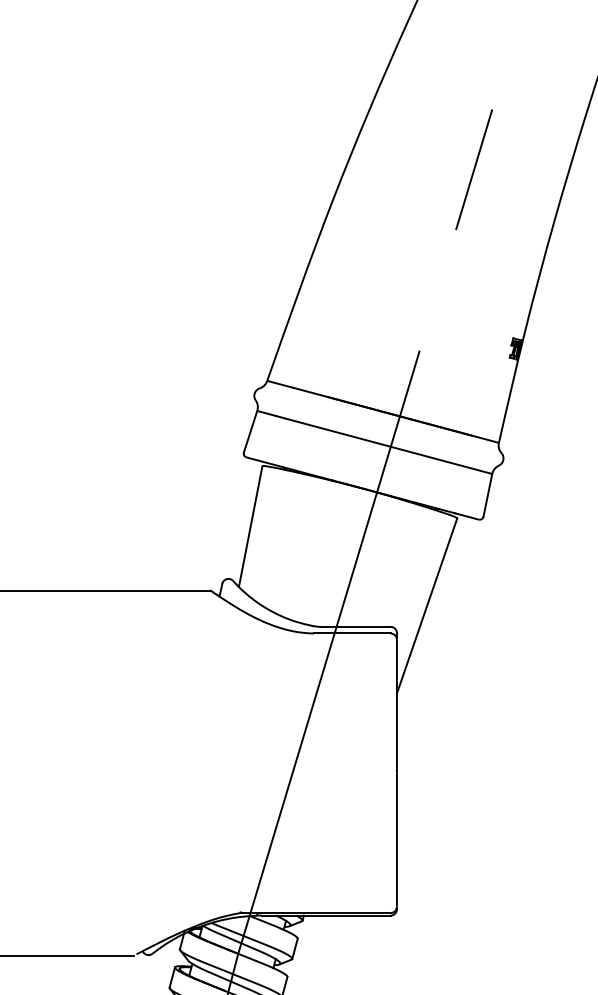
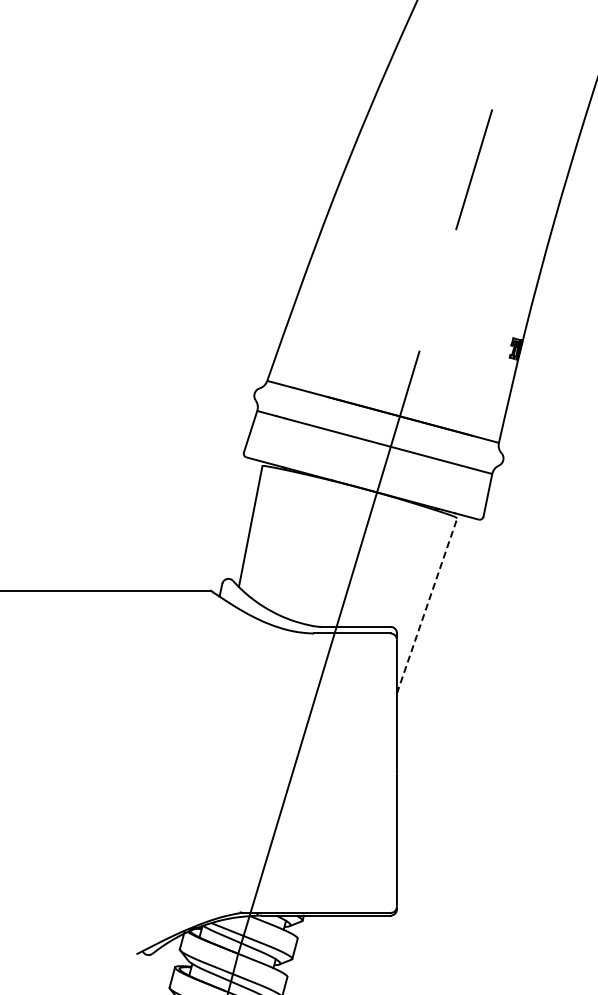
line at (427, 605): solid -> dashed
line at (68, 955): present -> none
